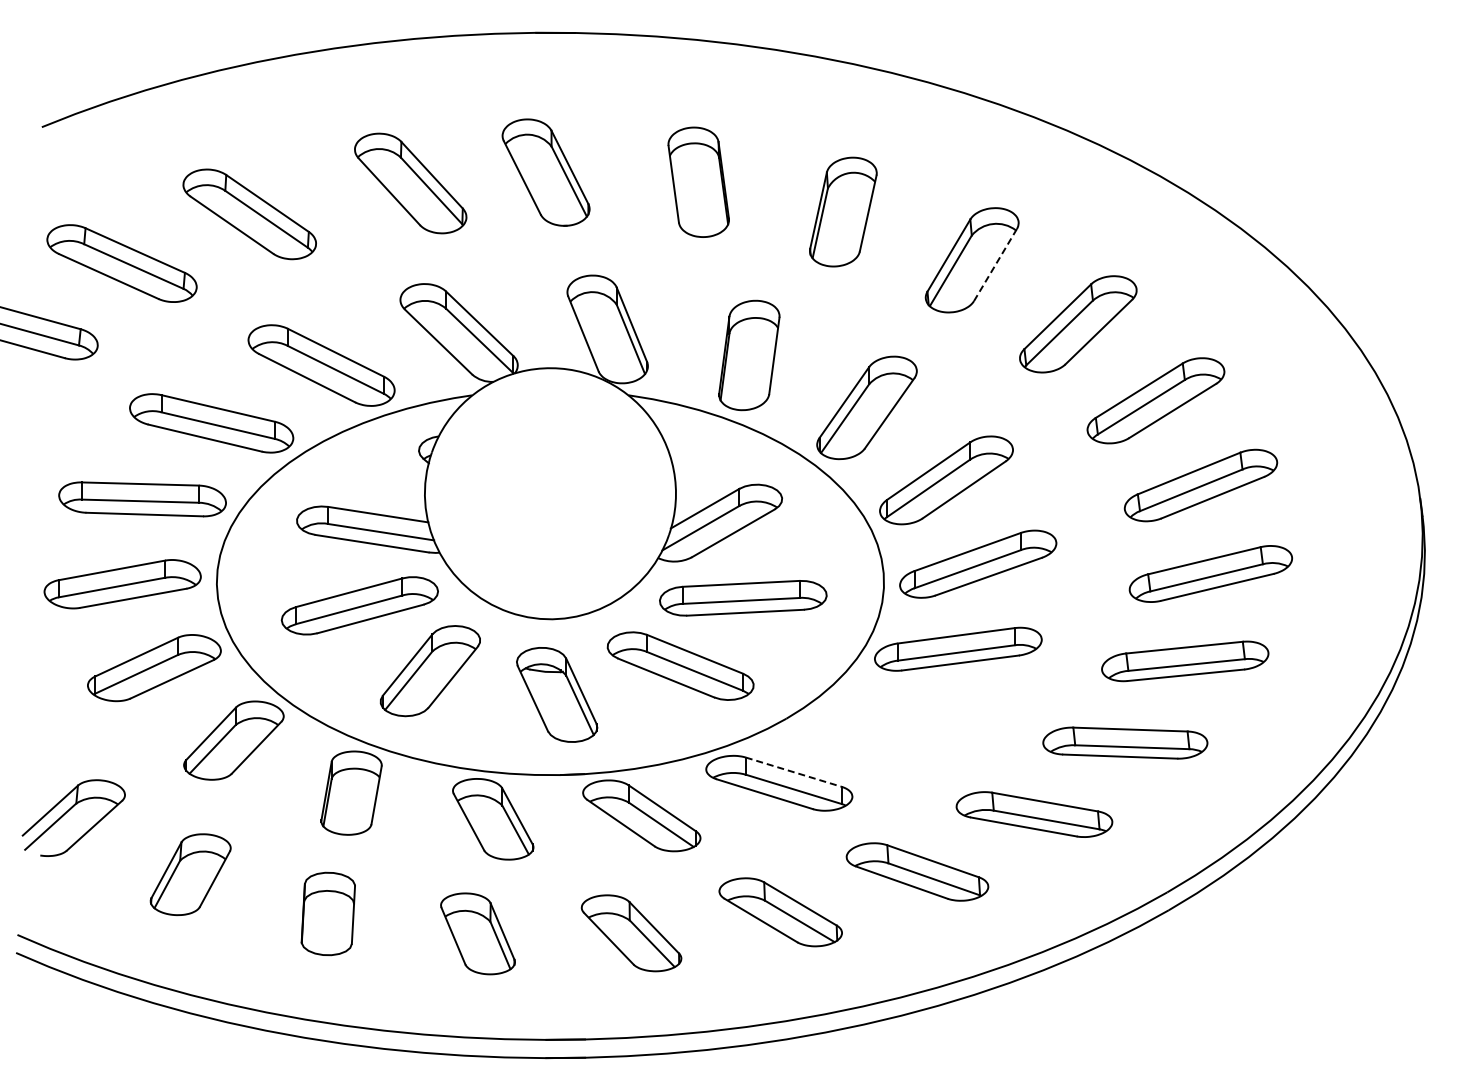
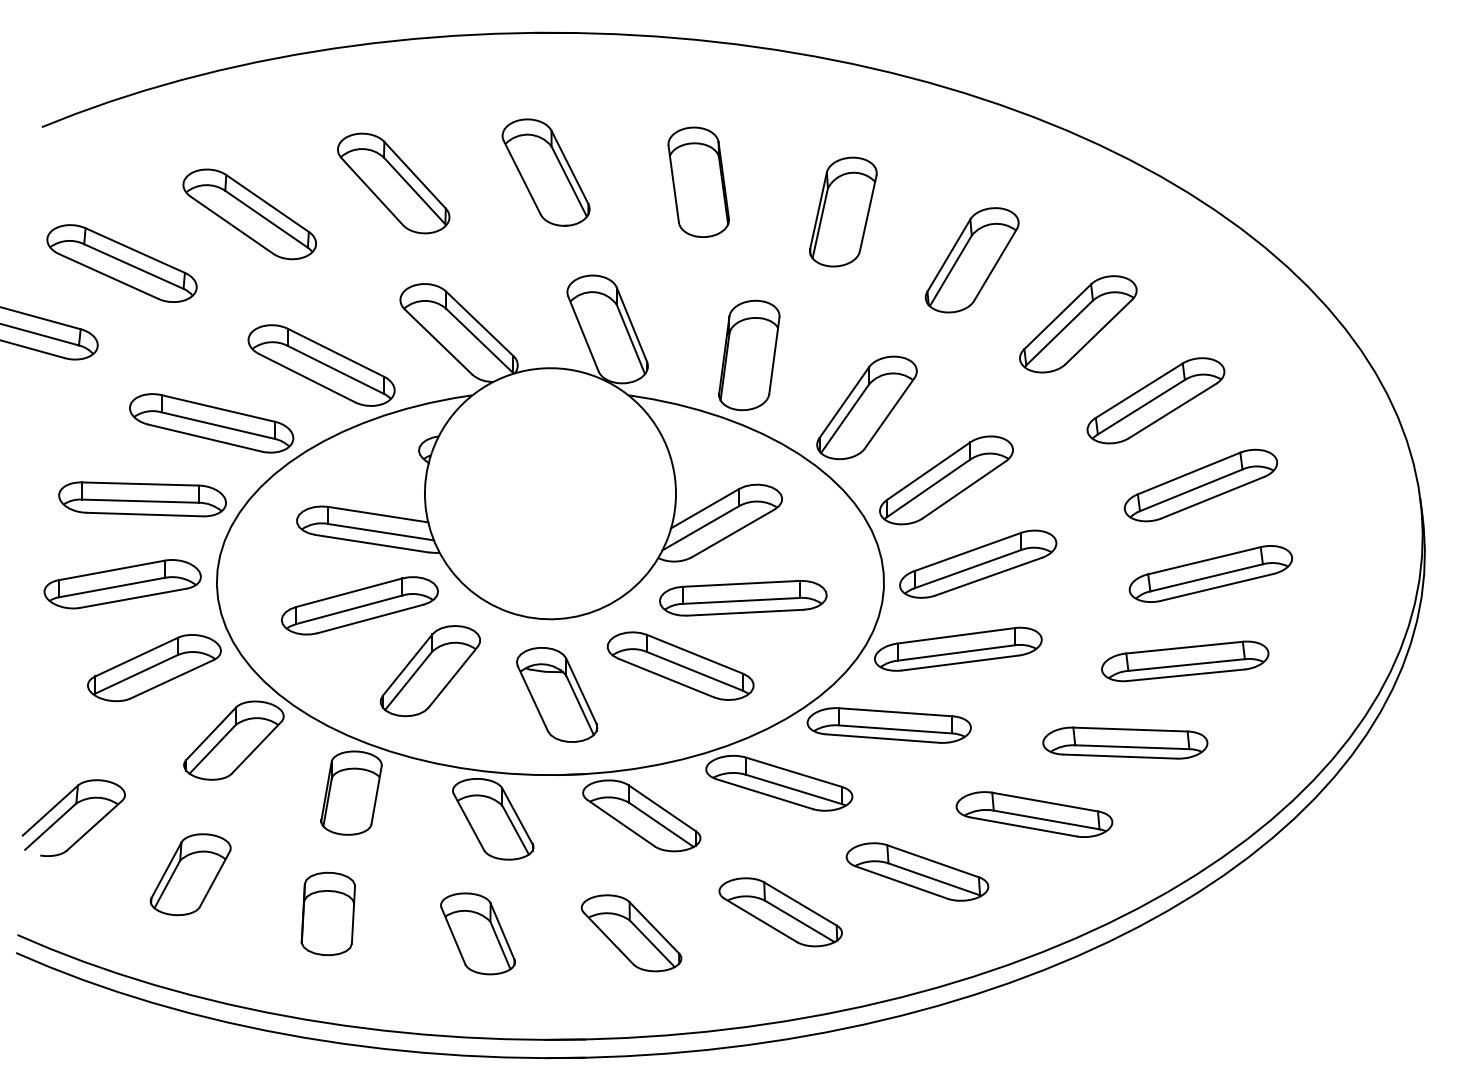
part at (410, 183) position: (410, 183) -> (393, 183)
line at (995, 265): dashed -> solid
part at (888, 725): none -> present
line at (794, 772): dashed -> solid
